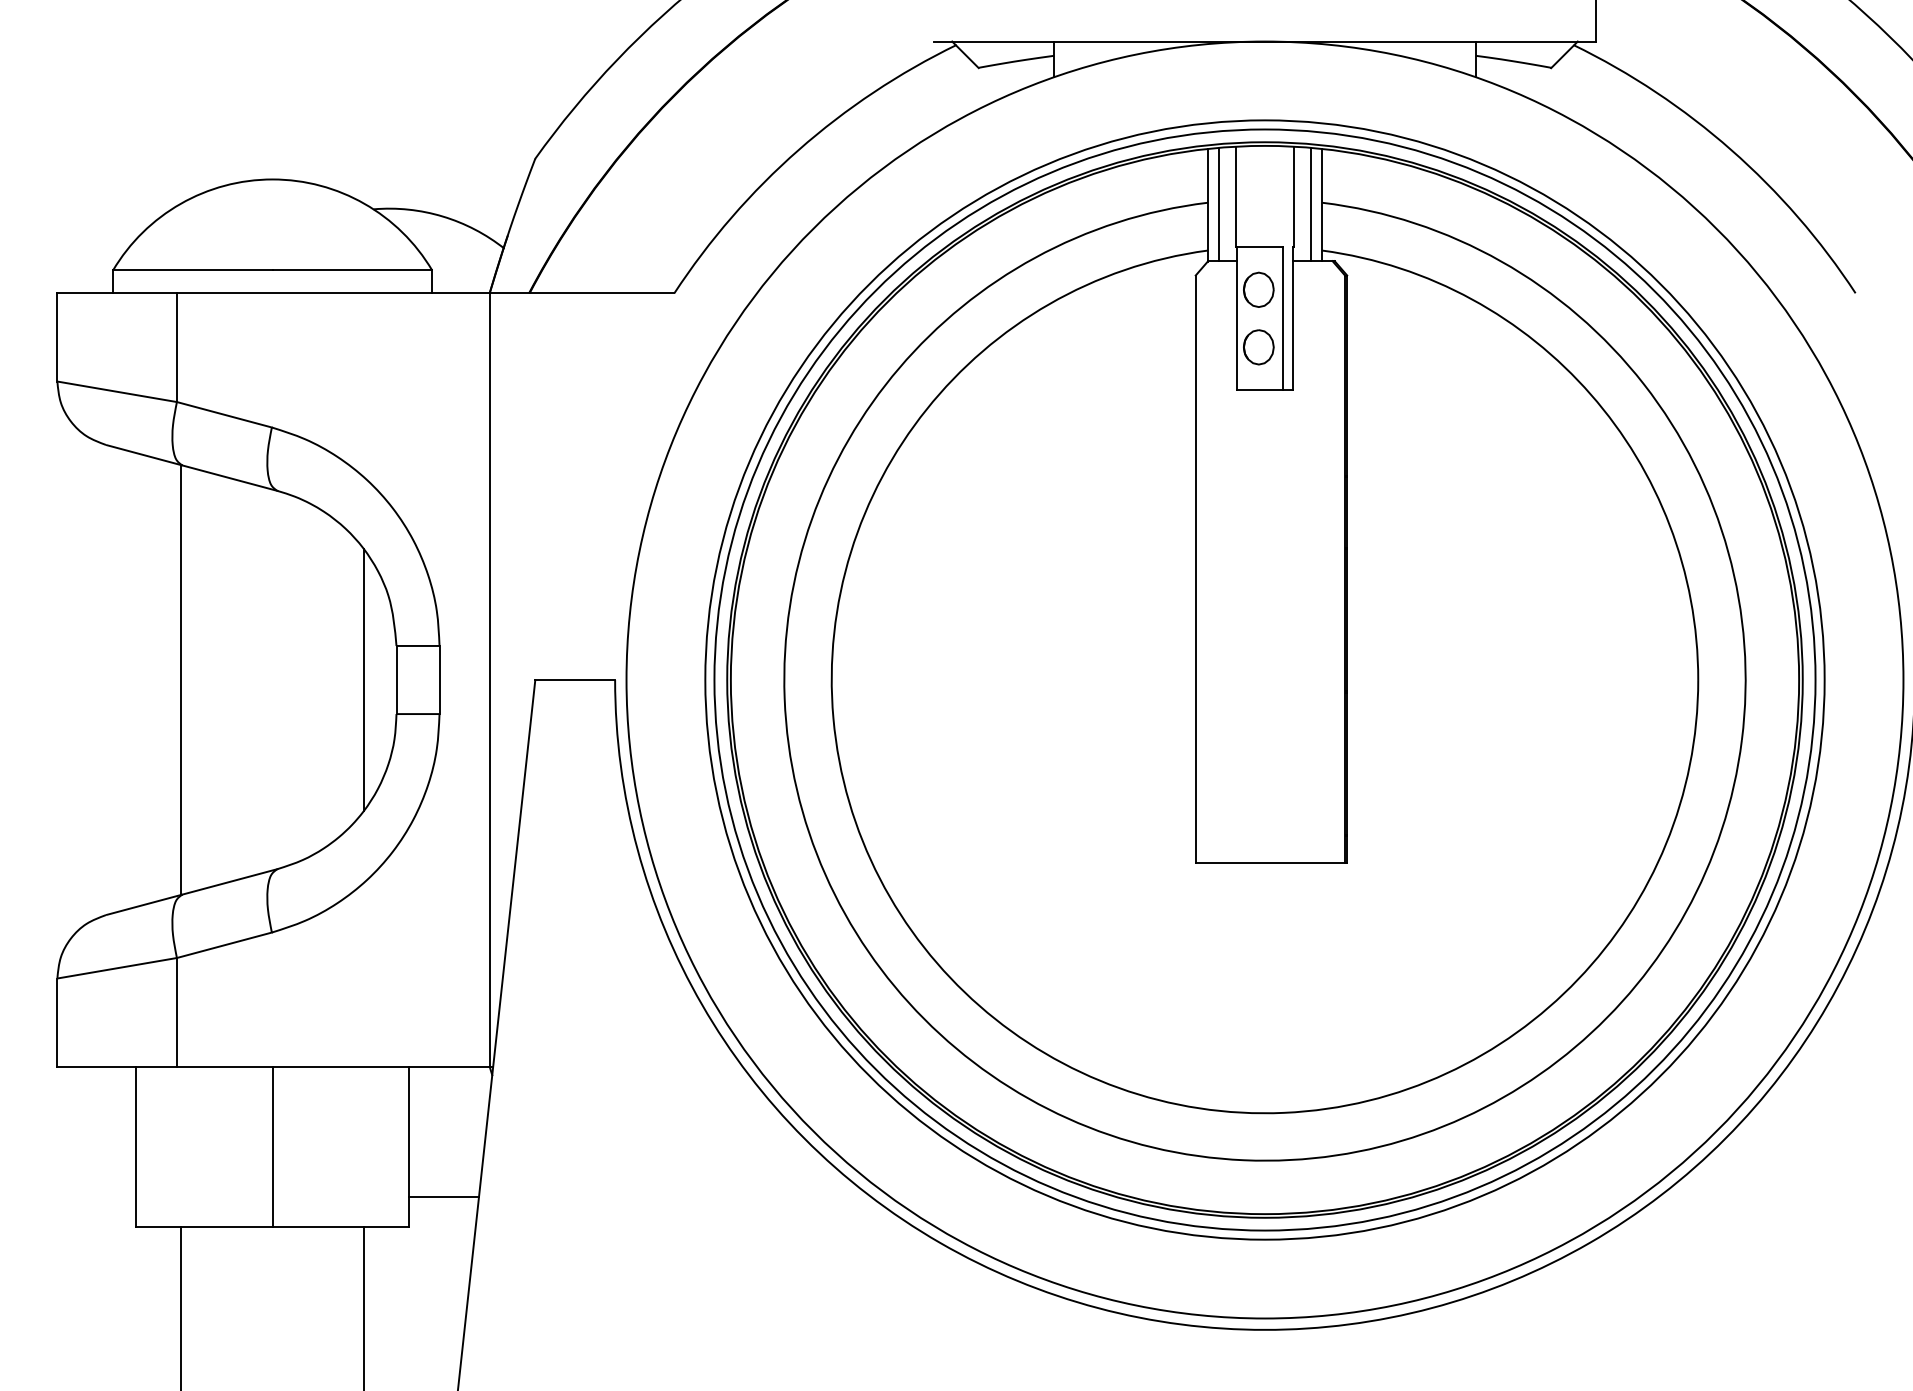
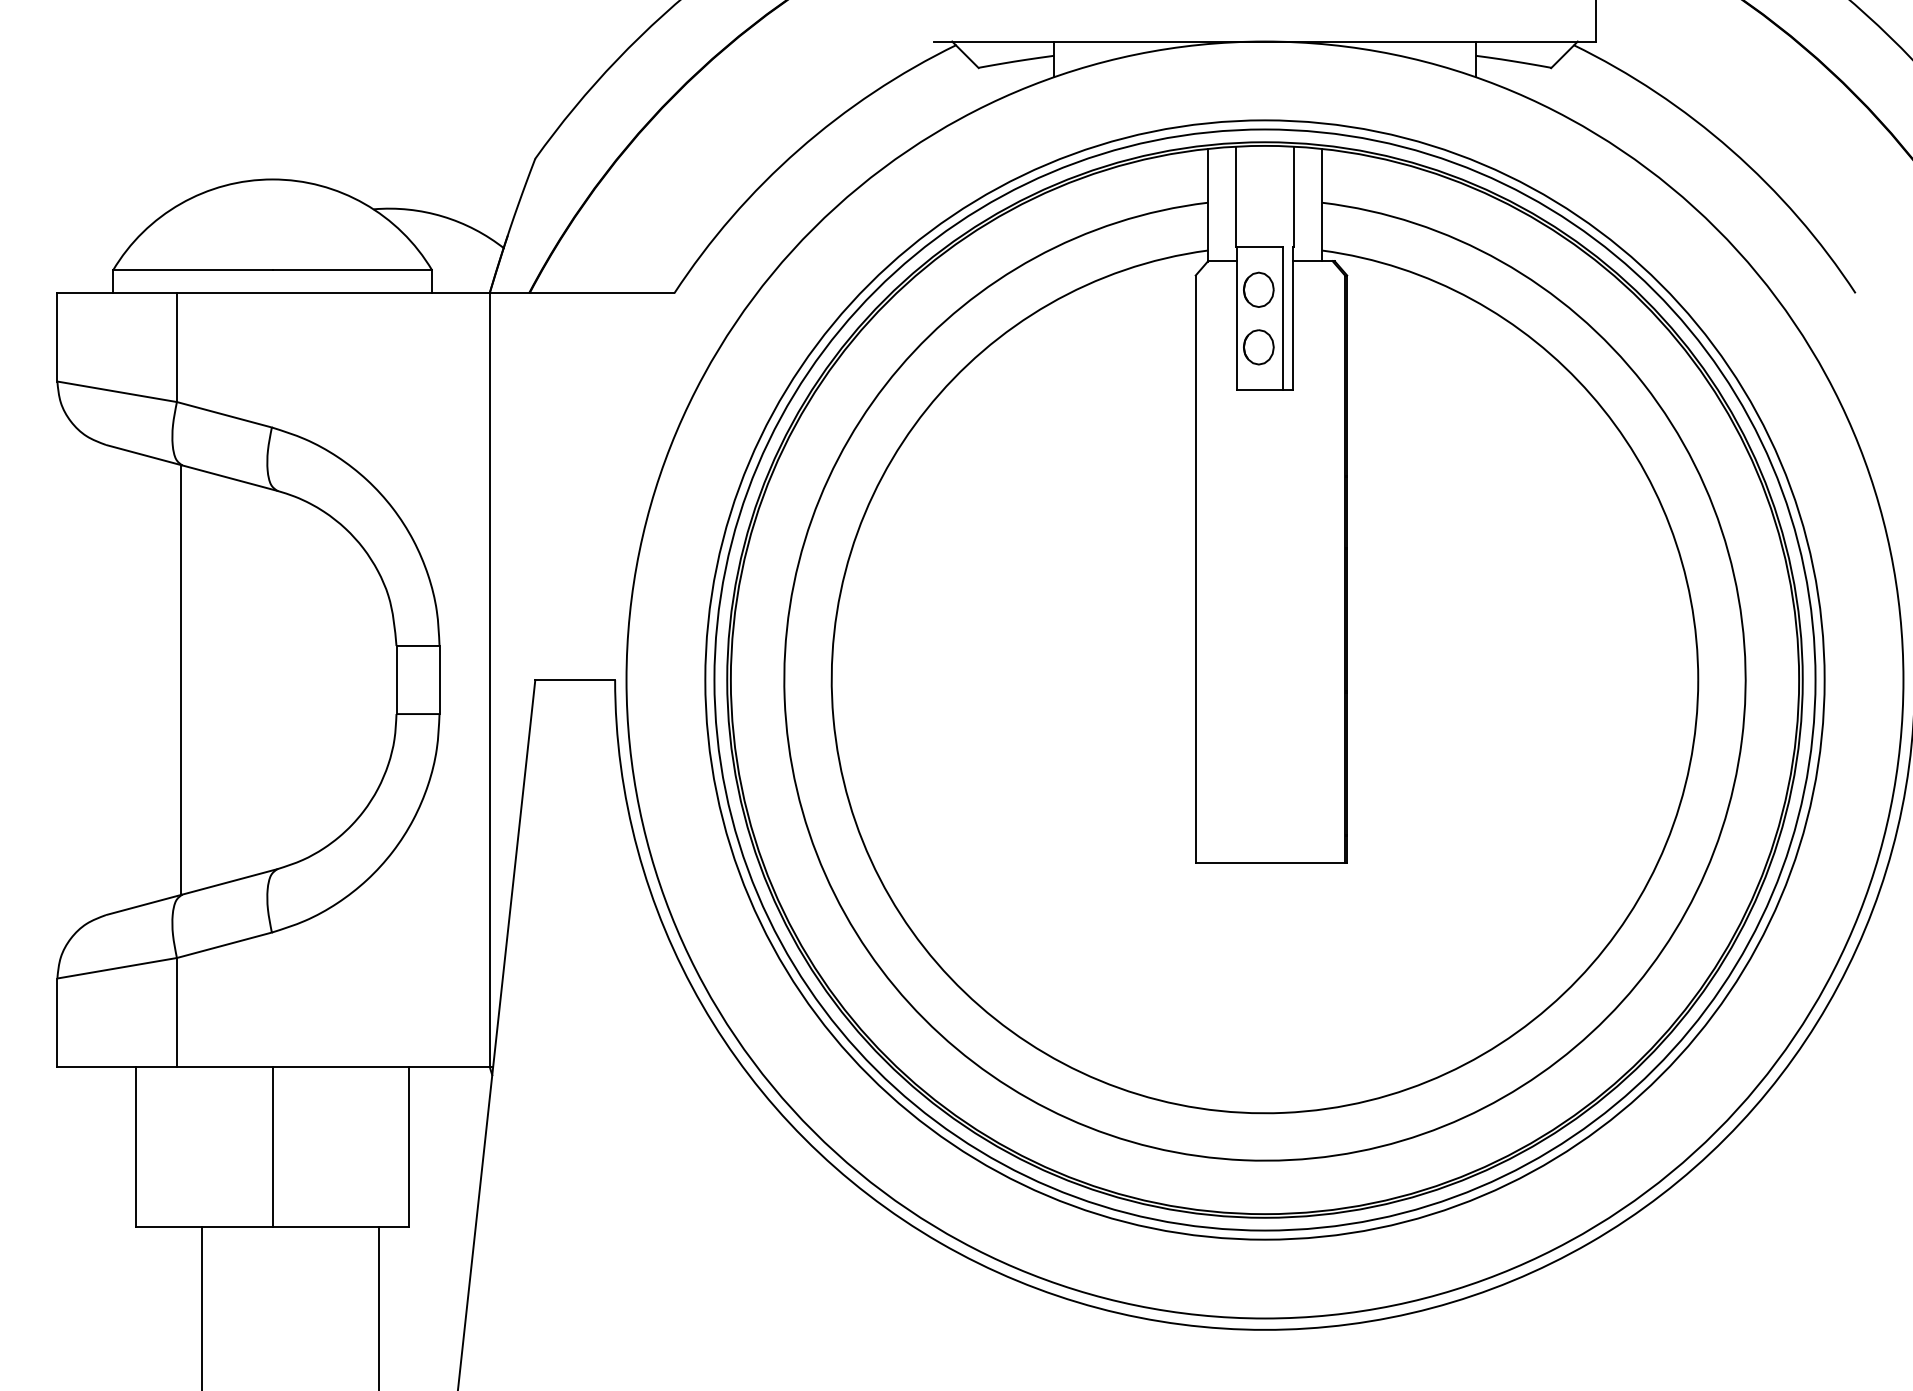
line at (1219, 204): present -> none
line at (1310, 204): present -> none
line at (363, 679): present -> none
line at (443, 1197): present -> none
line at (181, 1306) position: (181, 1306) -> (202, 1306)
line at (363, 1306) position: (363, 1306) -> (378, 1306)
